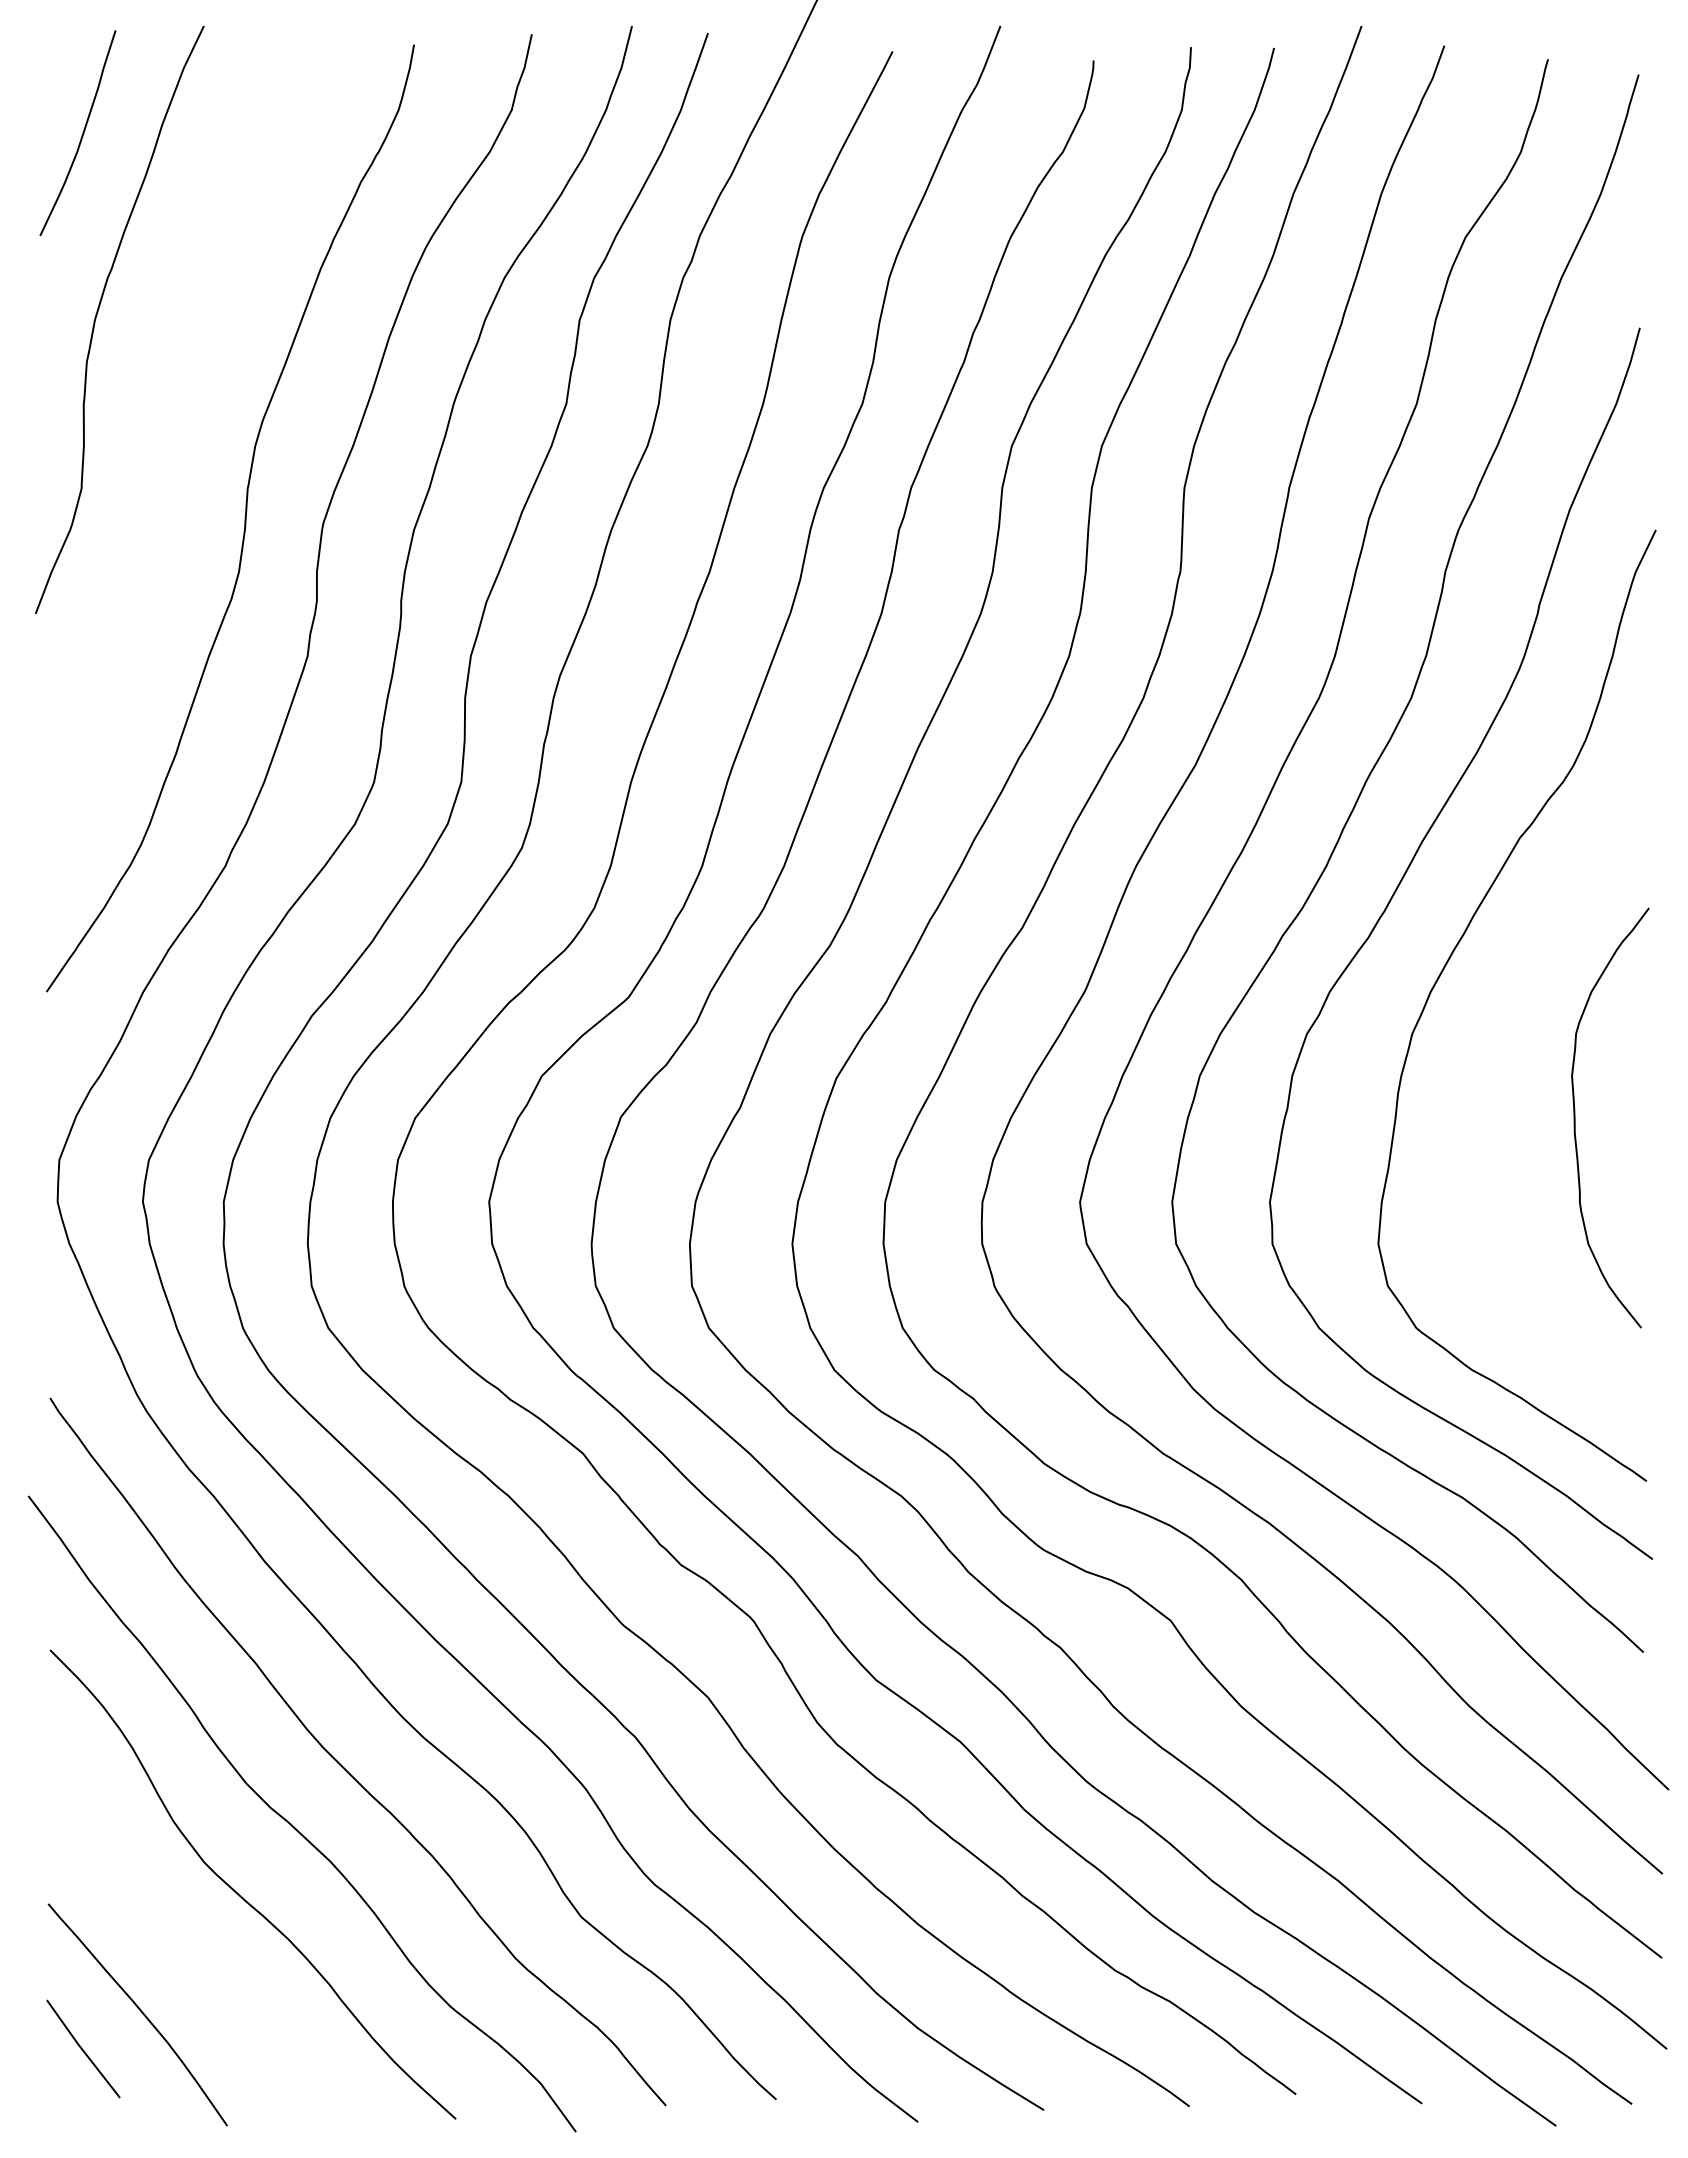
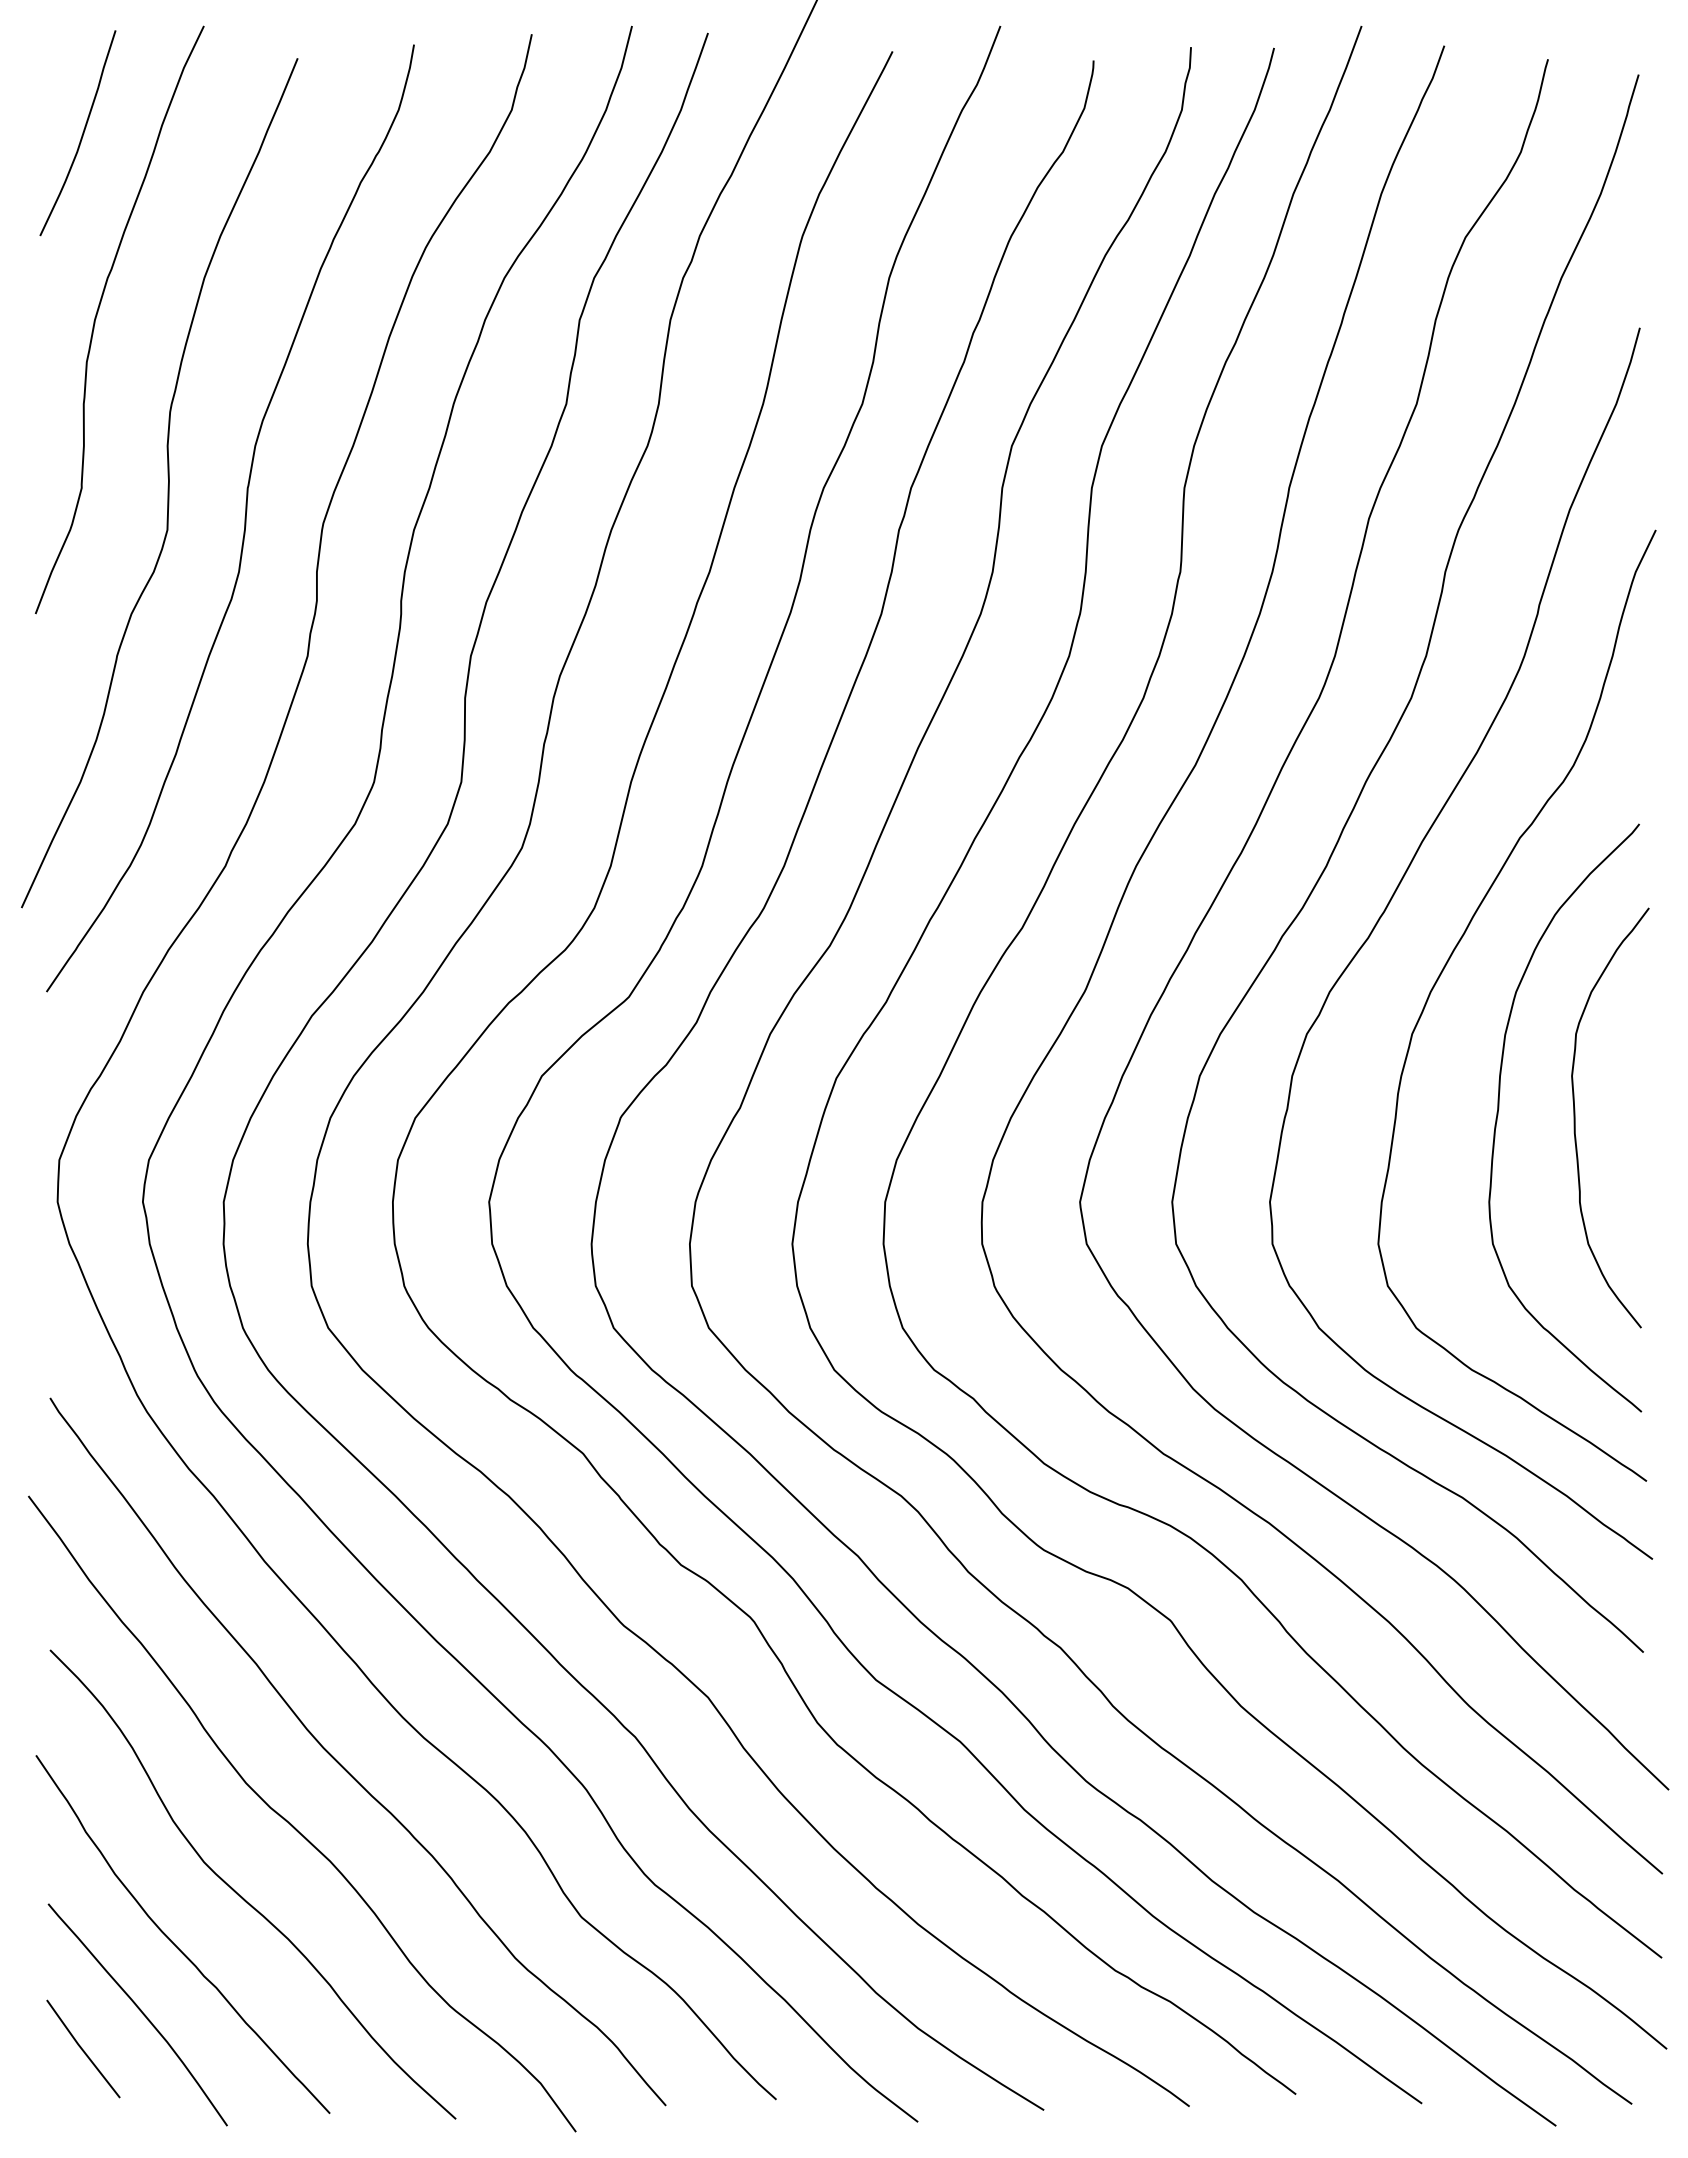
curve at (167, 486): none -> present
curve at (1499, 1108): none -> present
curve at (173, 1942): none -> present
